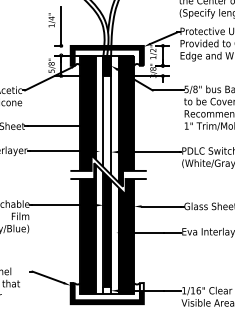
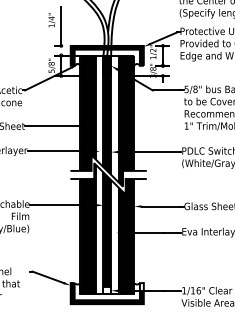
fill at (107, 125): none -> present
